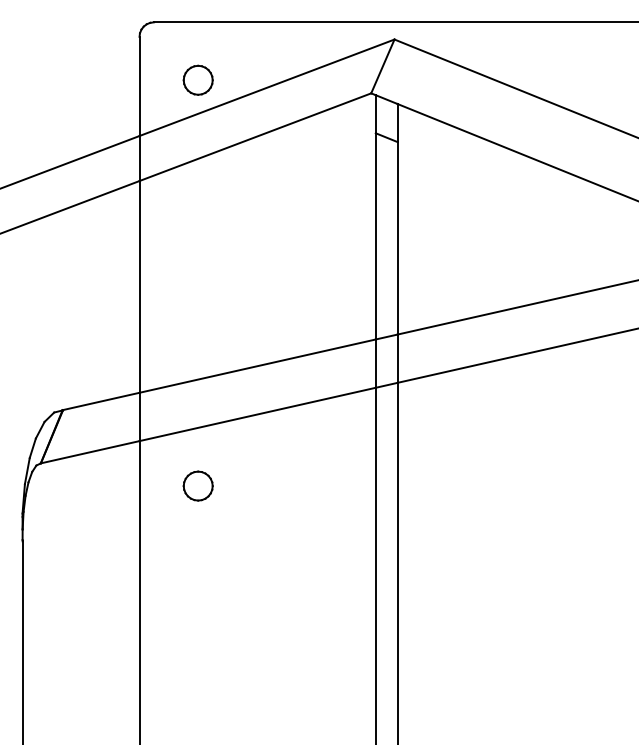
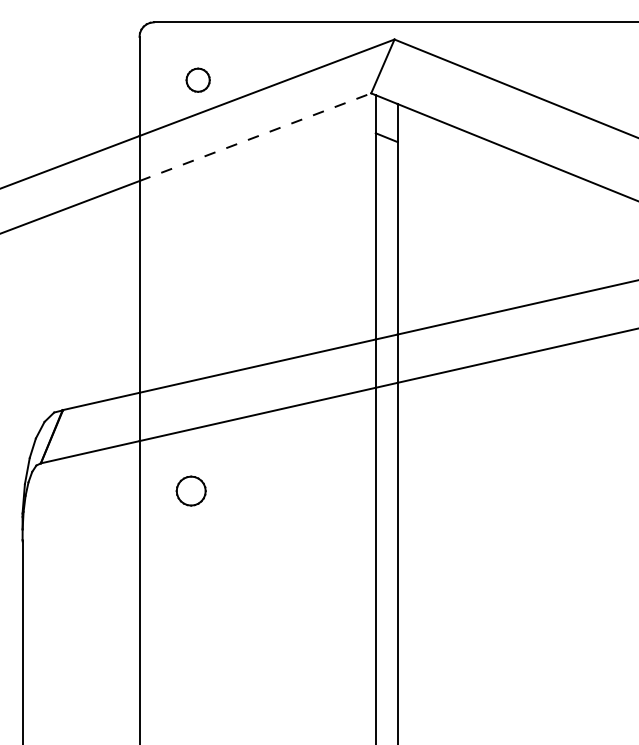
part at (197, 79) size: 32x32 px -> 26x26 px
line at (255, 137): solid -> dashed
part at (197, 485) position: (197, 485) -> (190, 490)
